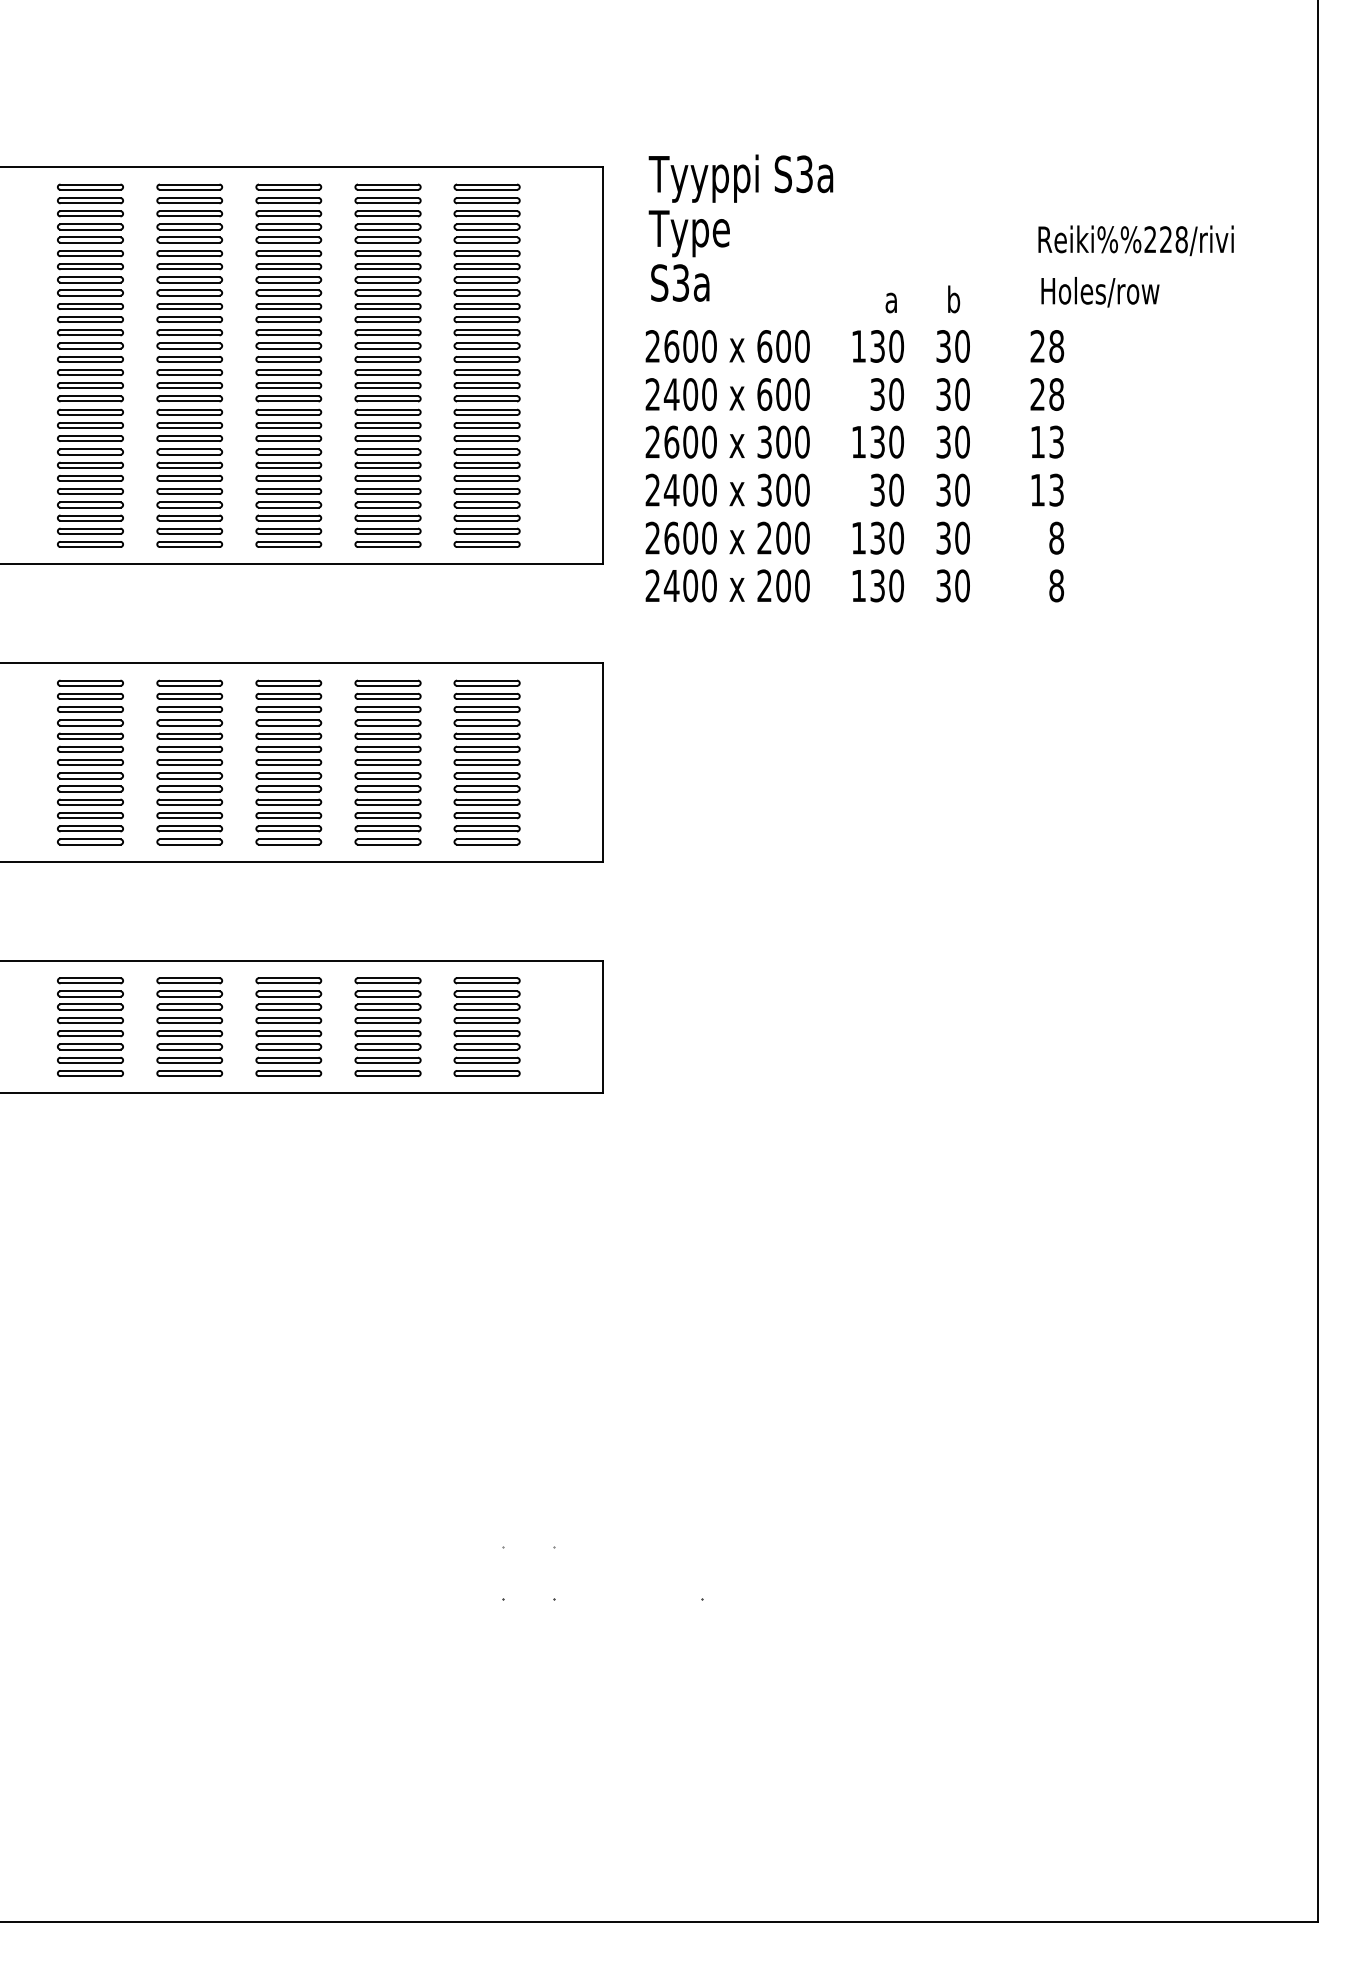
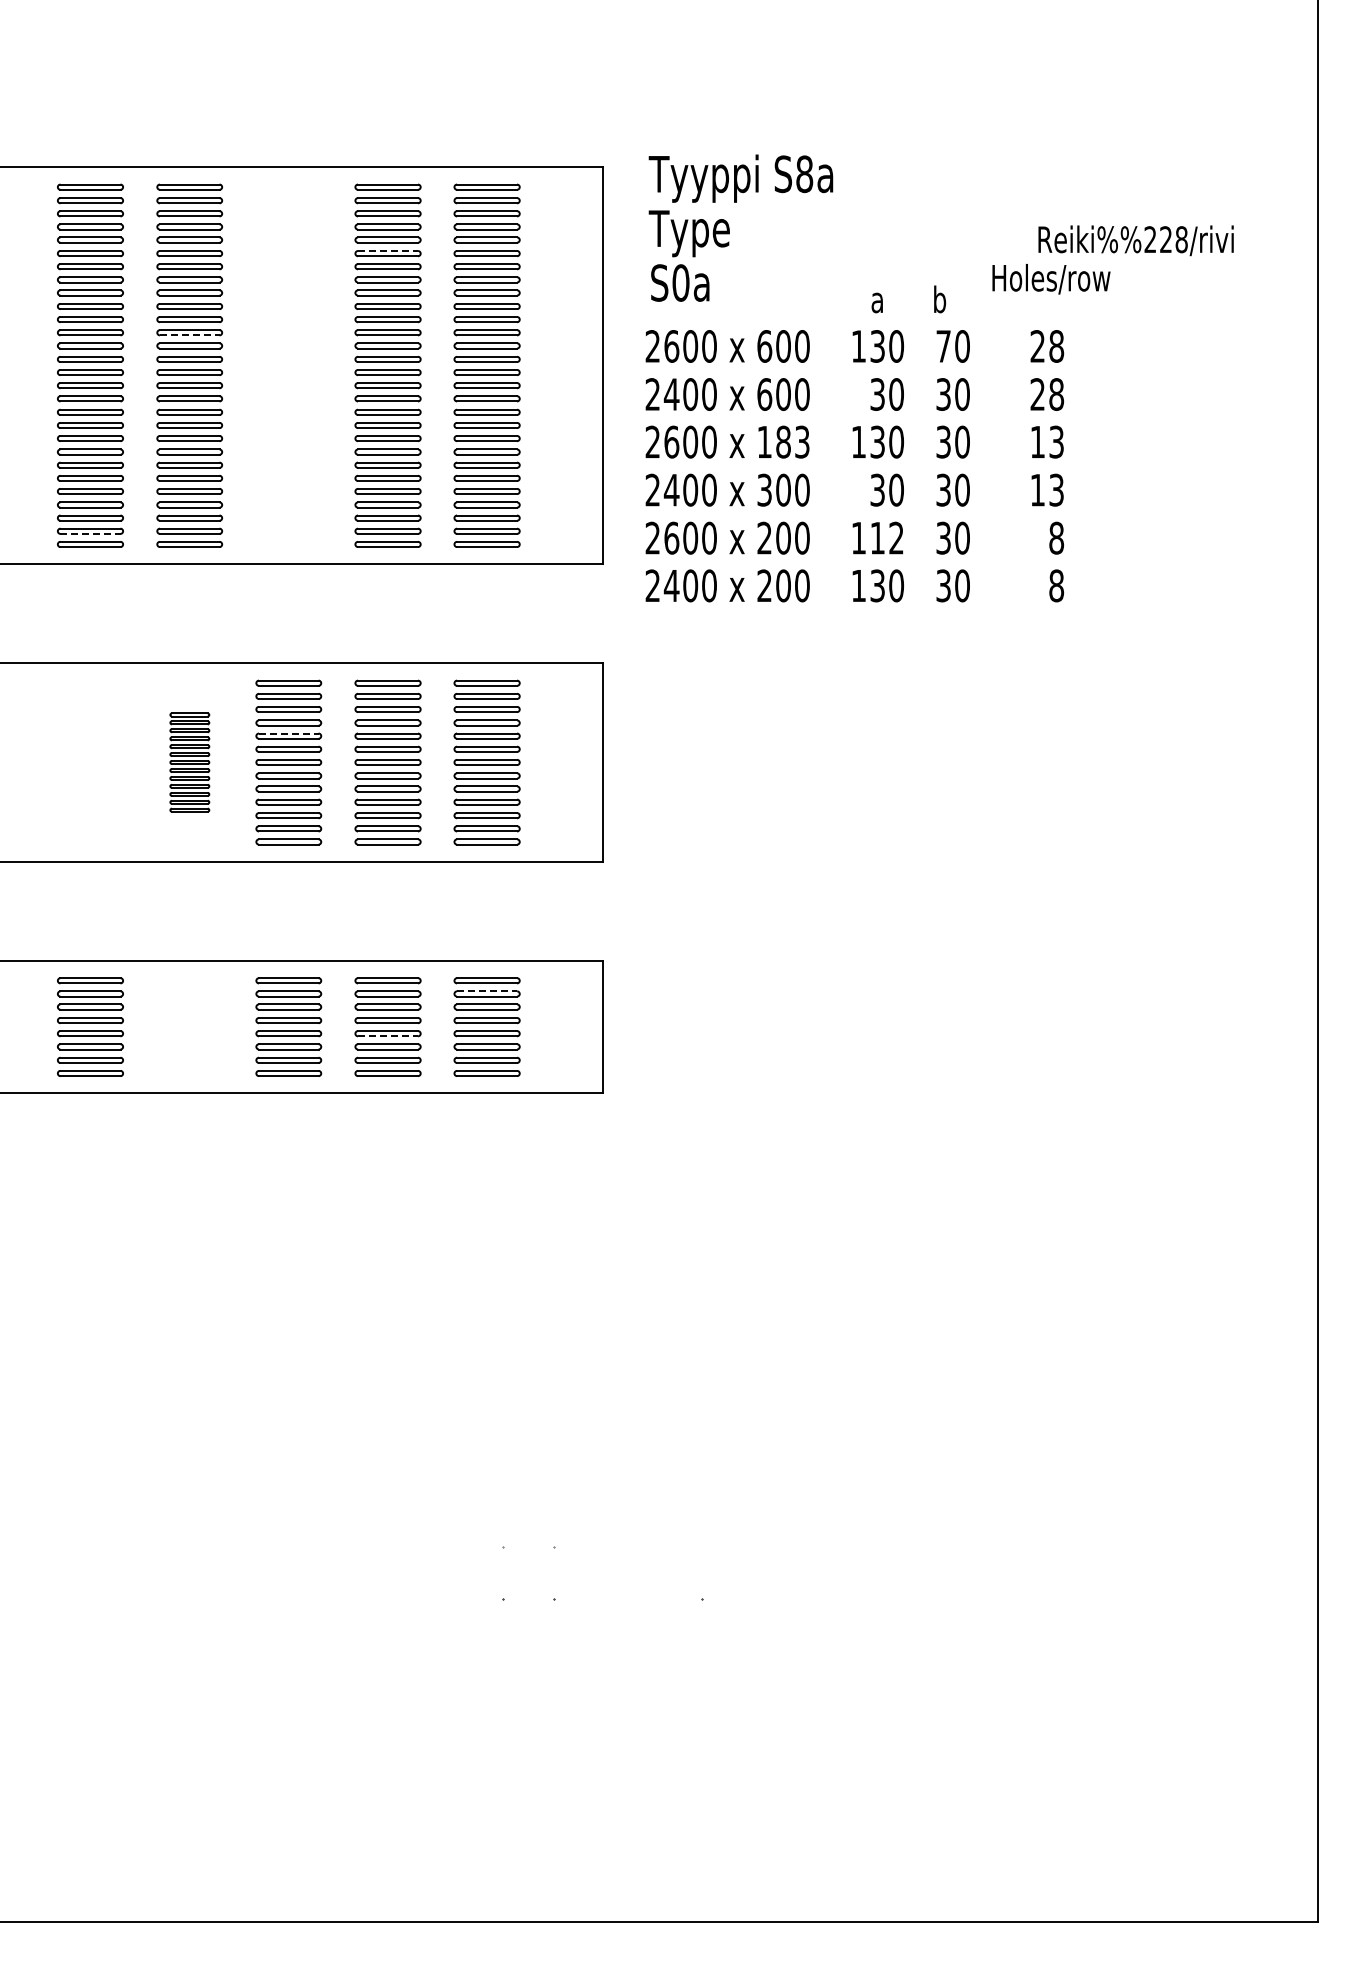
text at (804, 174): S3a -> S8a
line at (388, 250): solid -> dashed
text at (680, 282): S3a -> S0a
text at (1100, 292) position: (1100, 292) -> (1051, 279)
text at (922, 299) position: (922, 299) -> (908, 299)
line at (189, 335): solid -> dashed
text at (943, 346): 30 -> 70
part at (288, 365): present -> none
text at (783, 441): 300 -> 183
line at (90, 533): solid -> dashed
text at (887, 537): 130 -> 112
line at (288, 733): solid -> dashed
part at (90, 762): present -> none
part at (189, 762) size: 68x167 px -> 42x101 px
line at (487, 991): solid -> dashed
part at (189, 1026): present -> none
line at (388, 1036): solid -> dashed
